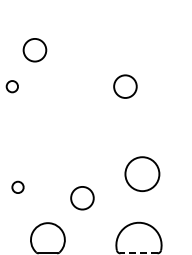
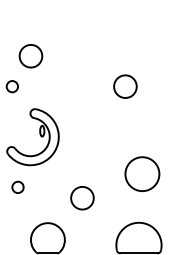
circle at (34, 50) position: (34, 50) -> (30, 56)
part at (39, 134): none -> present
line at (138, 253): dashed -> solid
